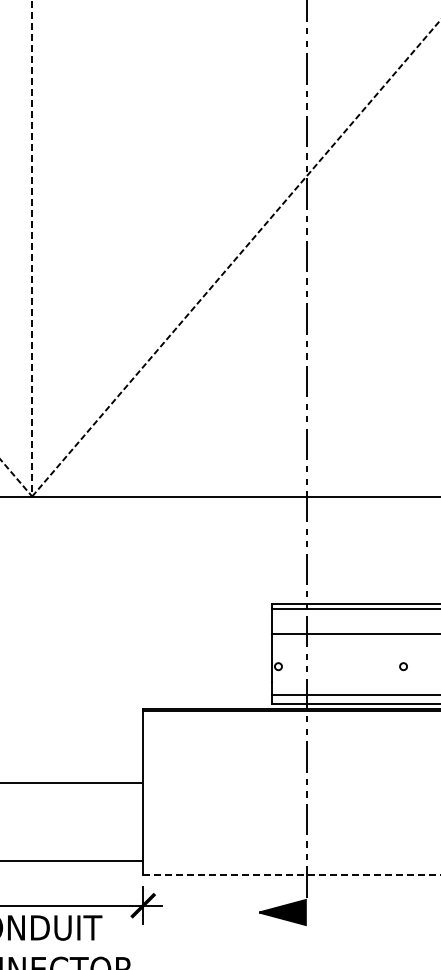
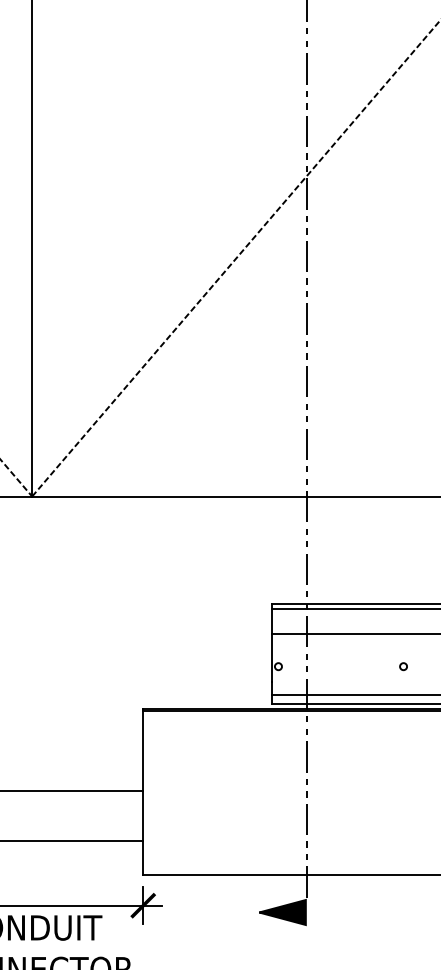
line at (32, 248): dashed -> solid
line at (72, 783) position: (72, 783) -> (72, 791)
line at (72, 861) position: (72, 861) -> (72, 841)
line at (292, 874): dashed -> solid
